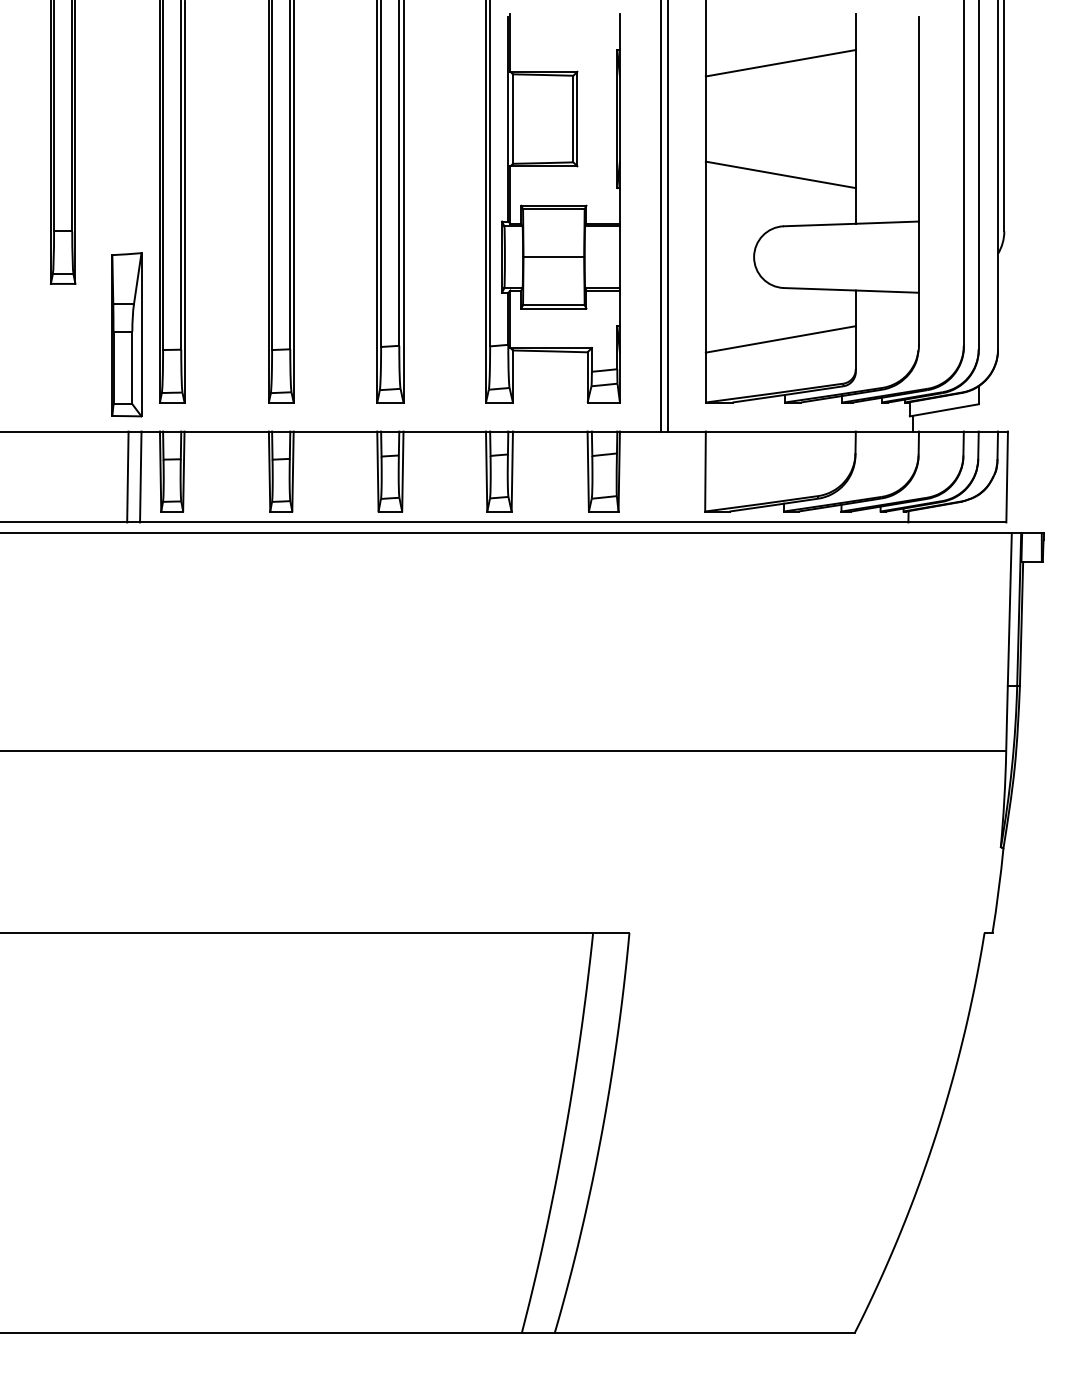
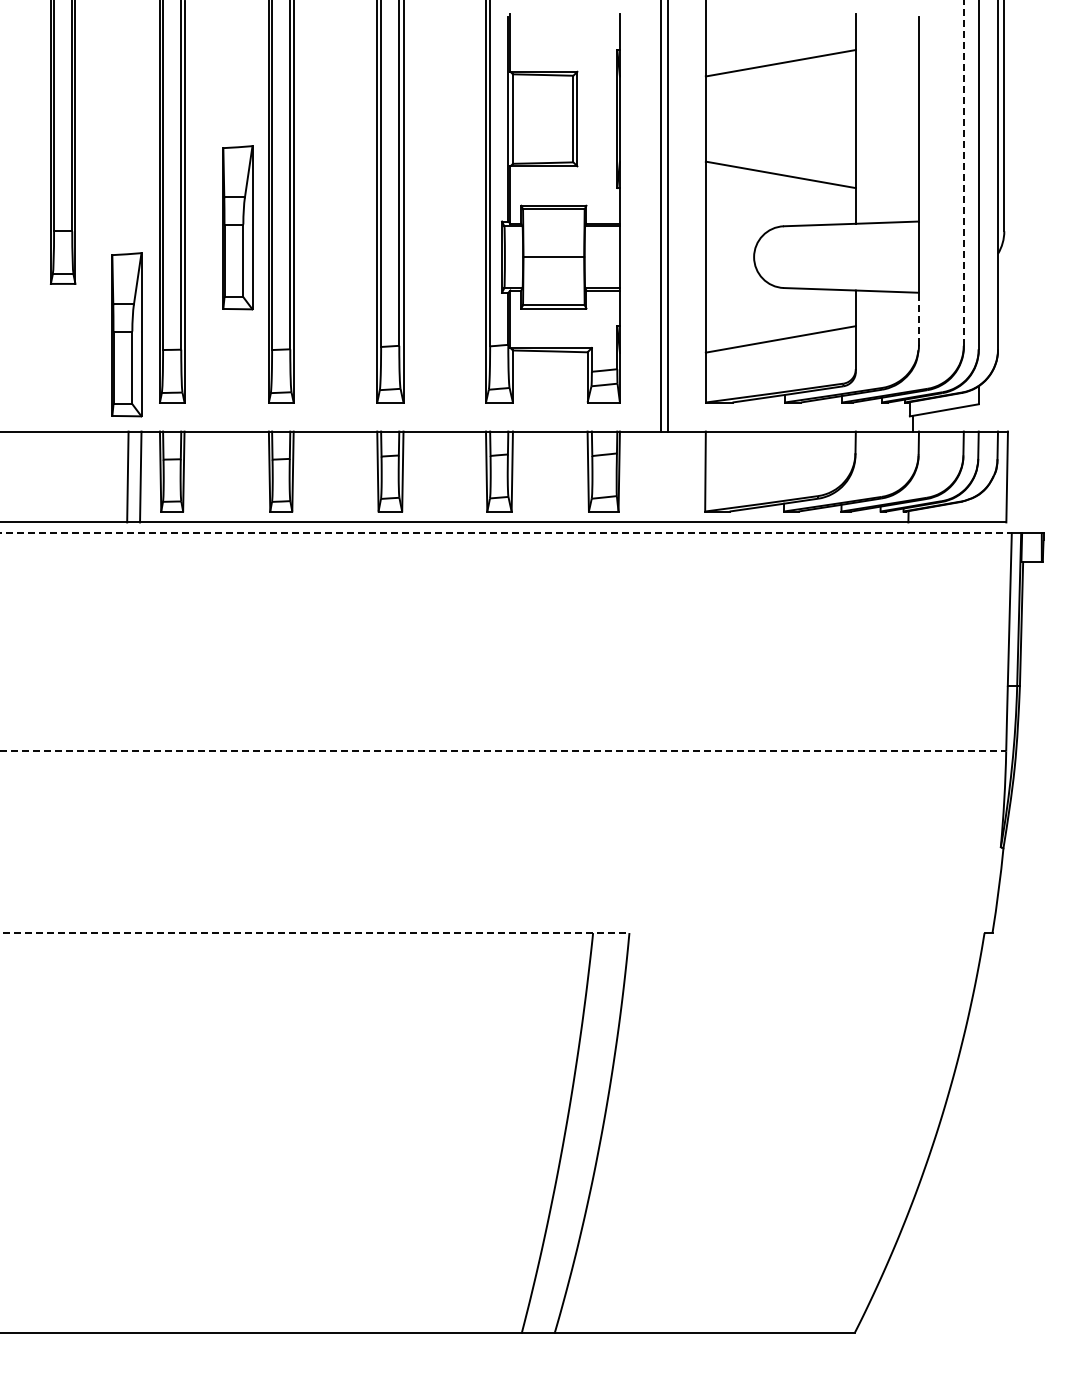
line at (963, 172): solid -> dashed
part at (237, 227): none -> present
line at (919, 318): solid -> dashed
line at (506, 533): solid -> dashed
line at (503, 751): solid -> dashed
line at (315, 933): solid -> dashed
